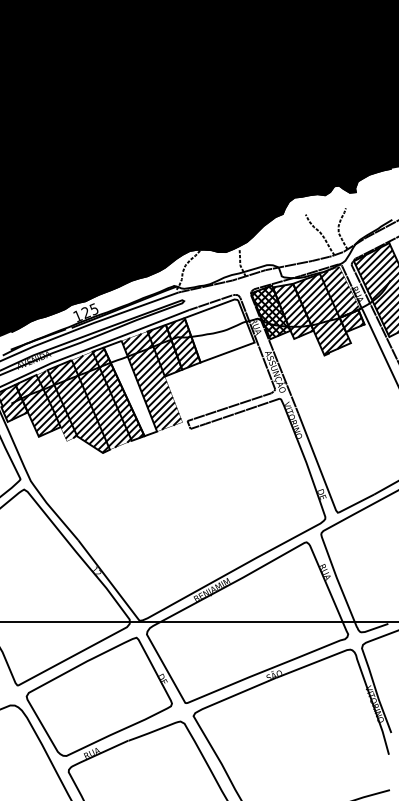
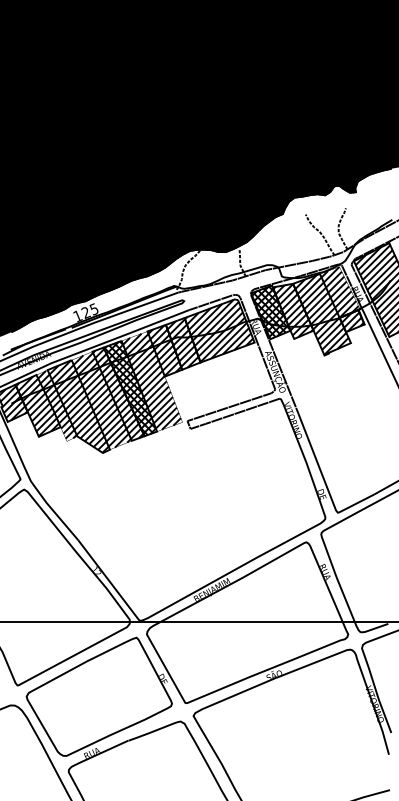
hatch at (219, 330): none -> present
hatch at (129, 388): none -> present
